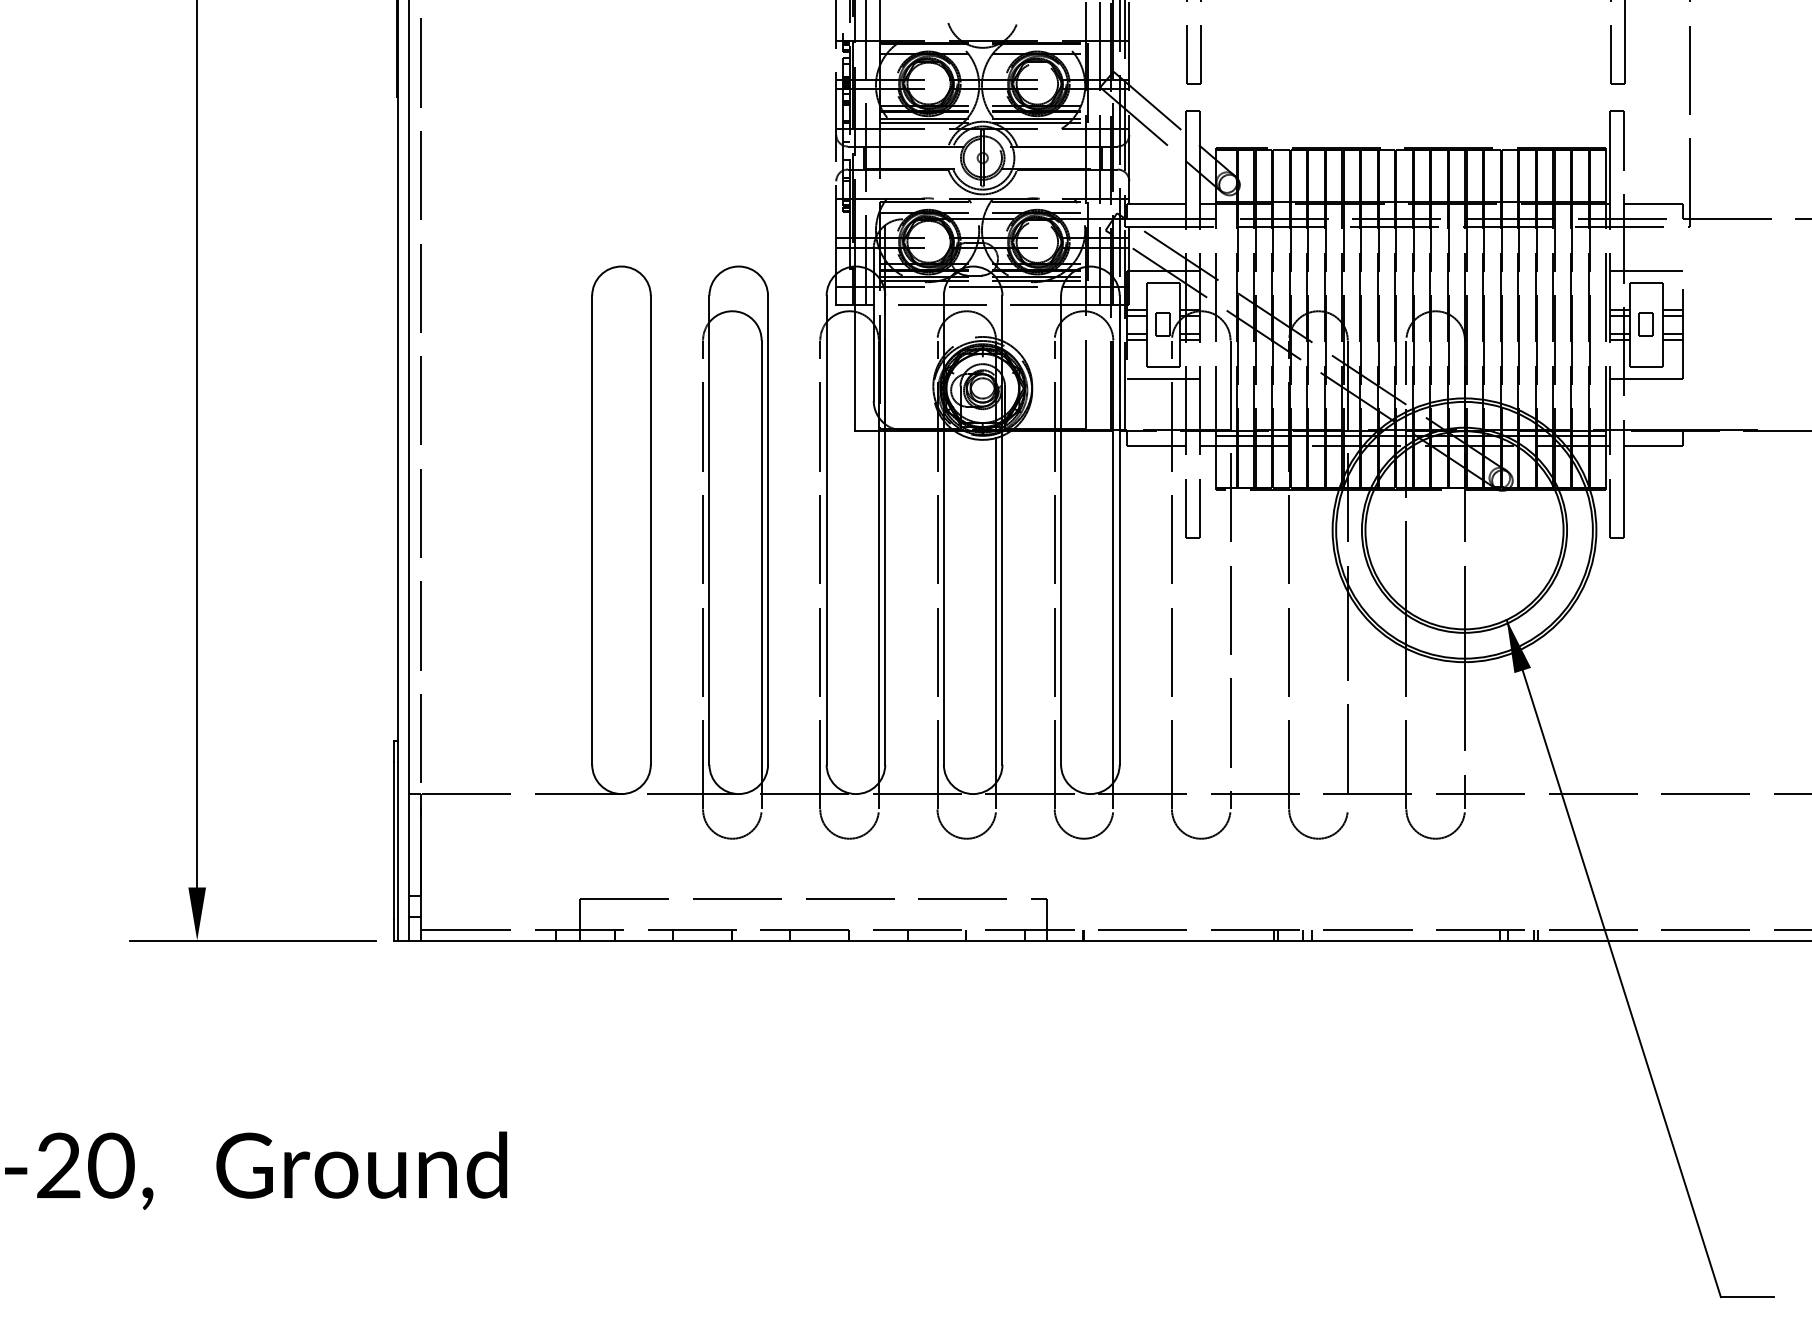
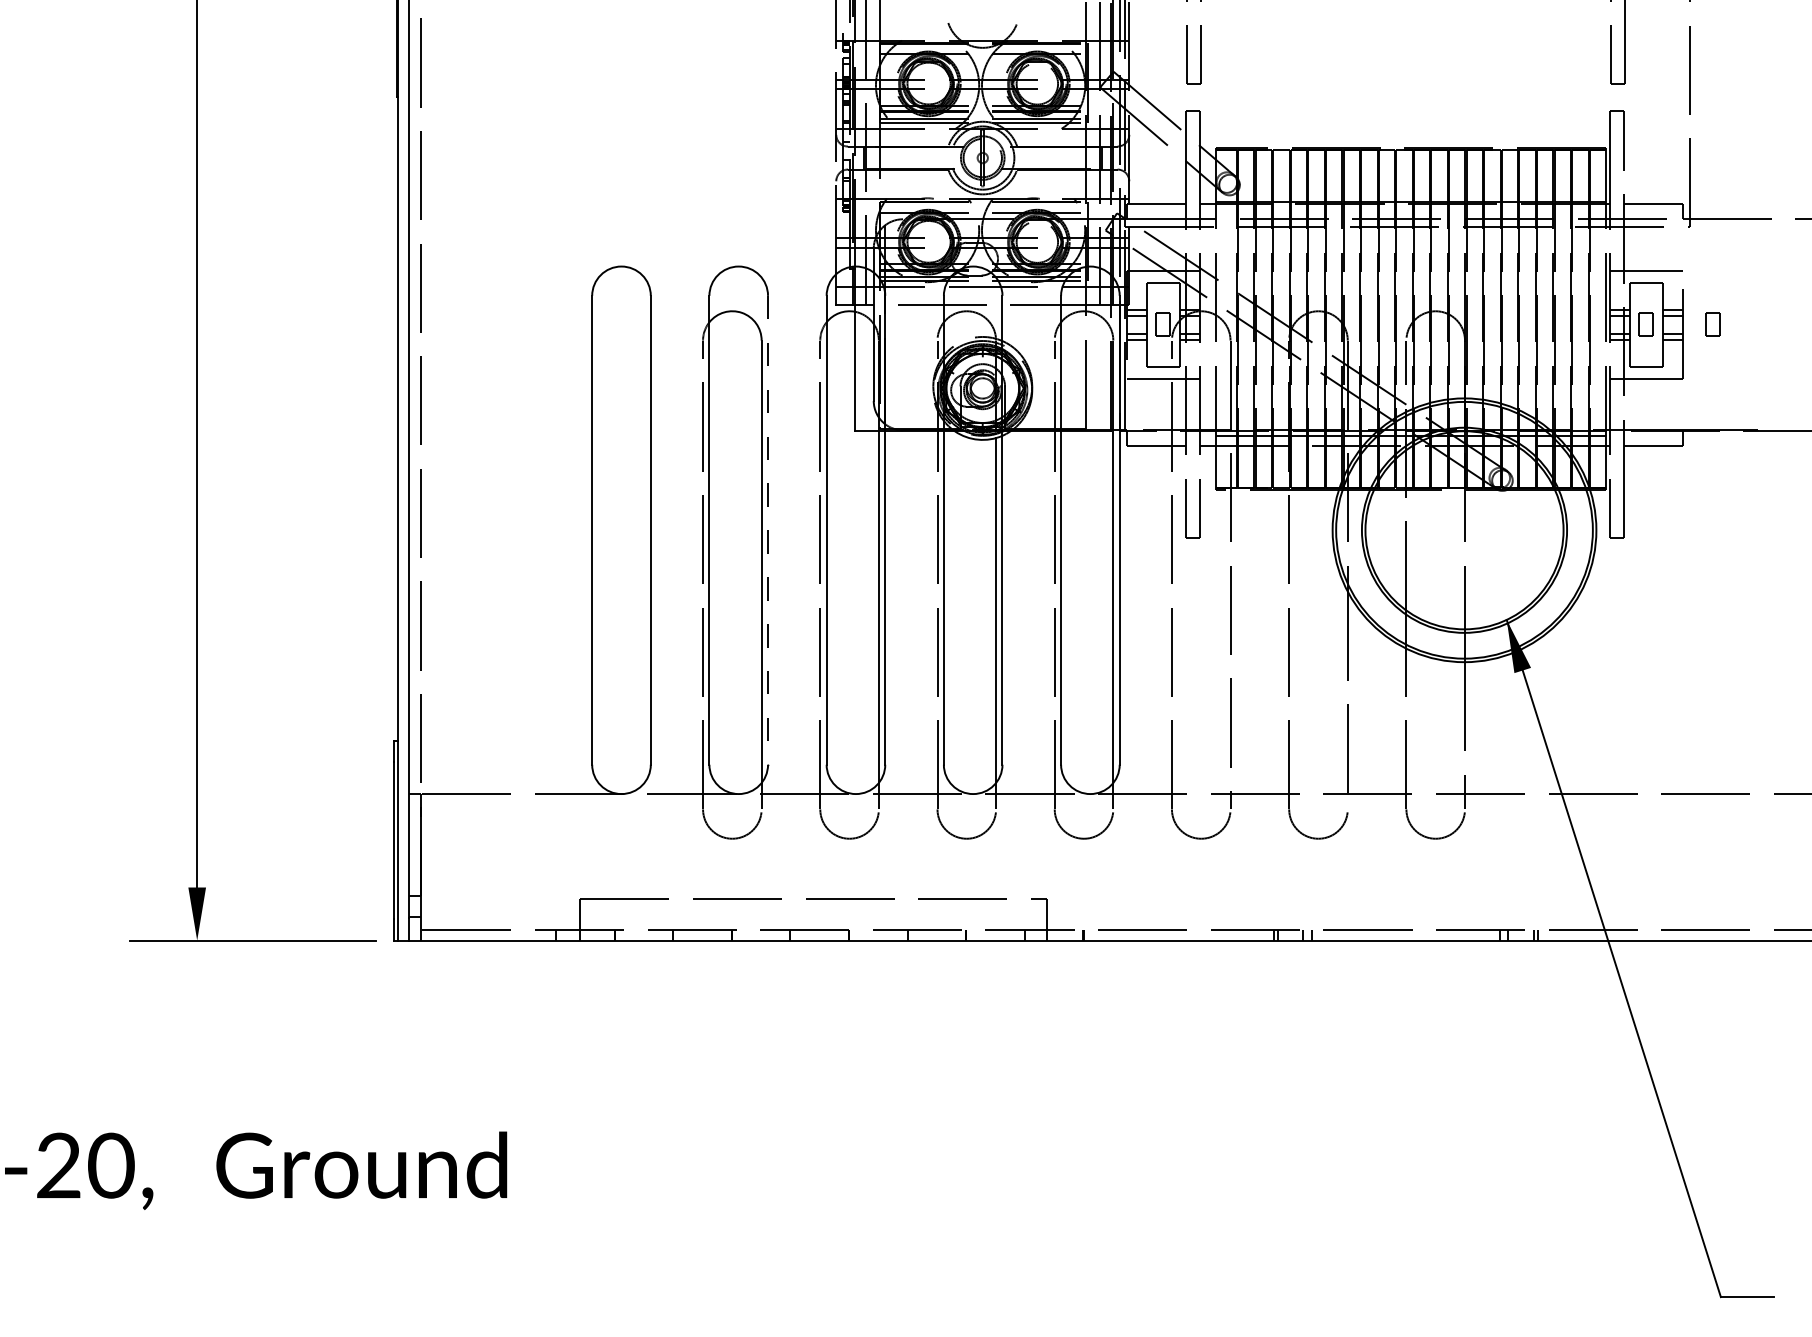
part at (1712, 324): none -> present
line at (768, 530): solid -> dashed
